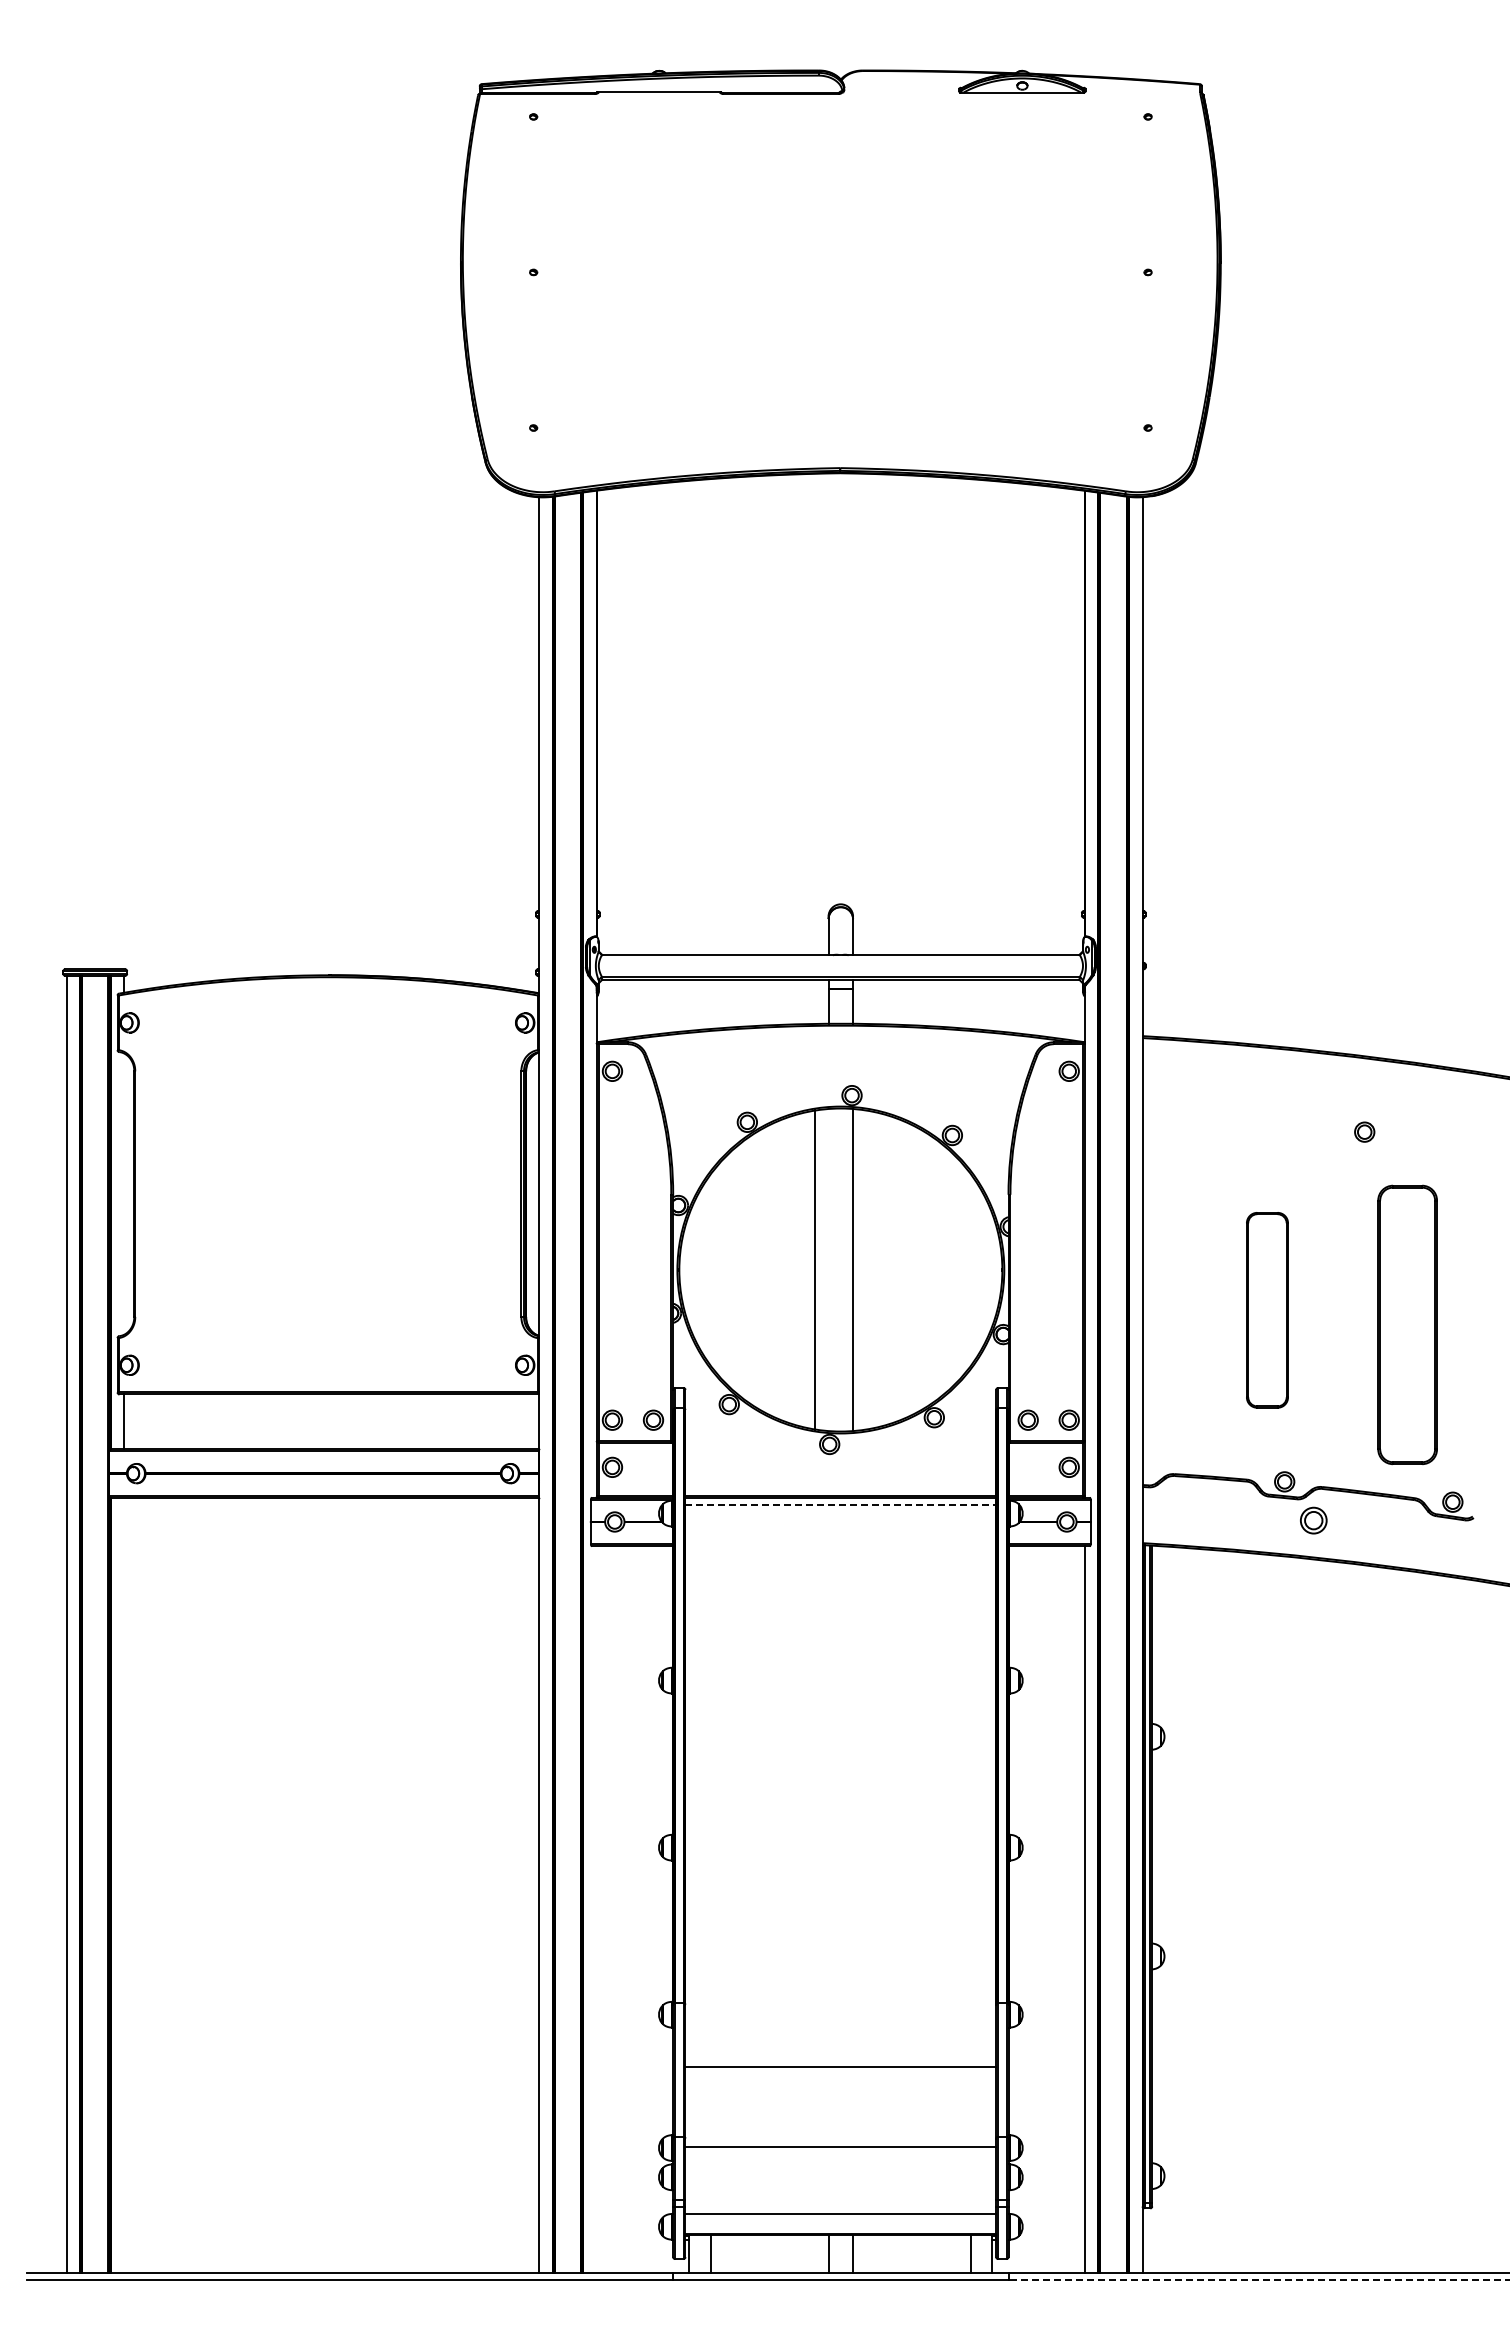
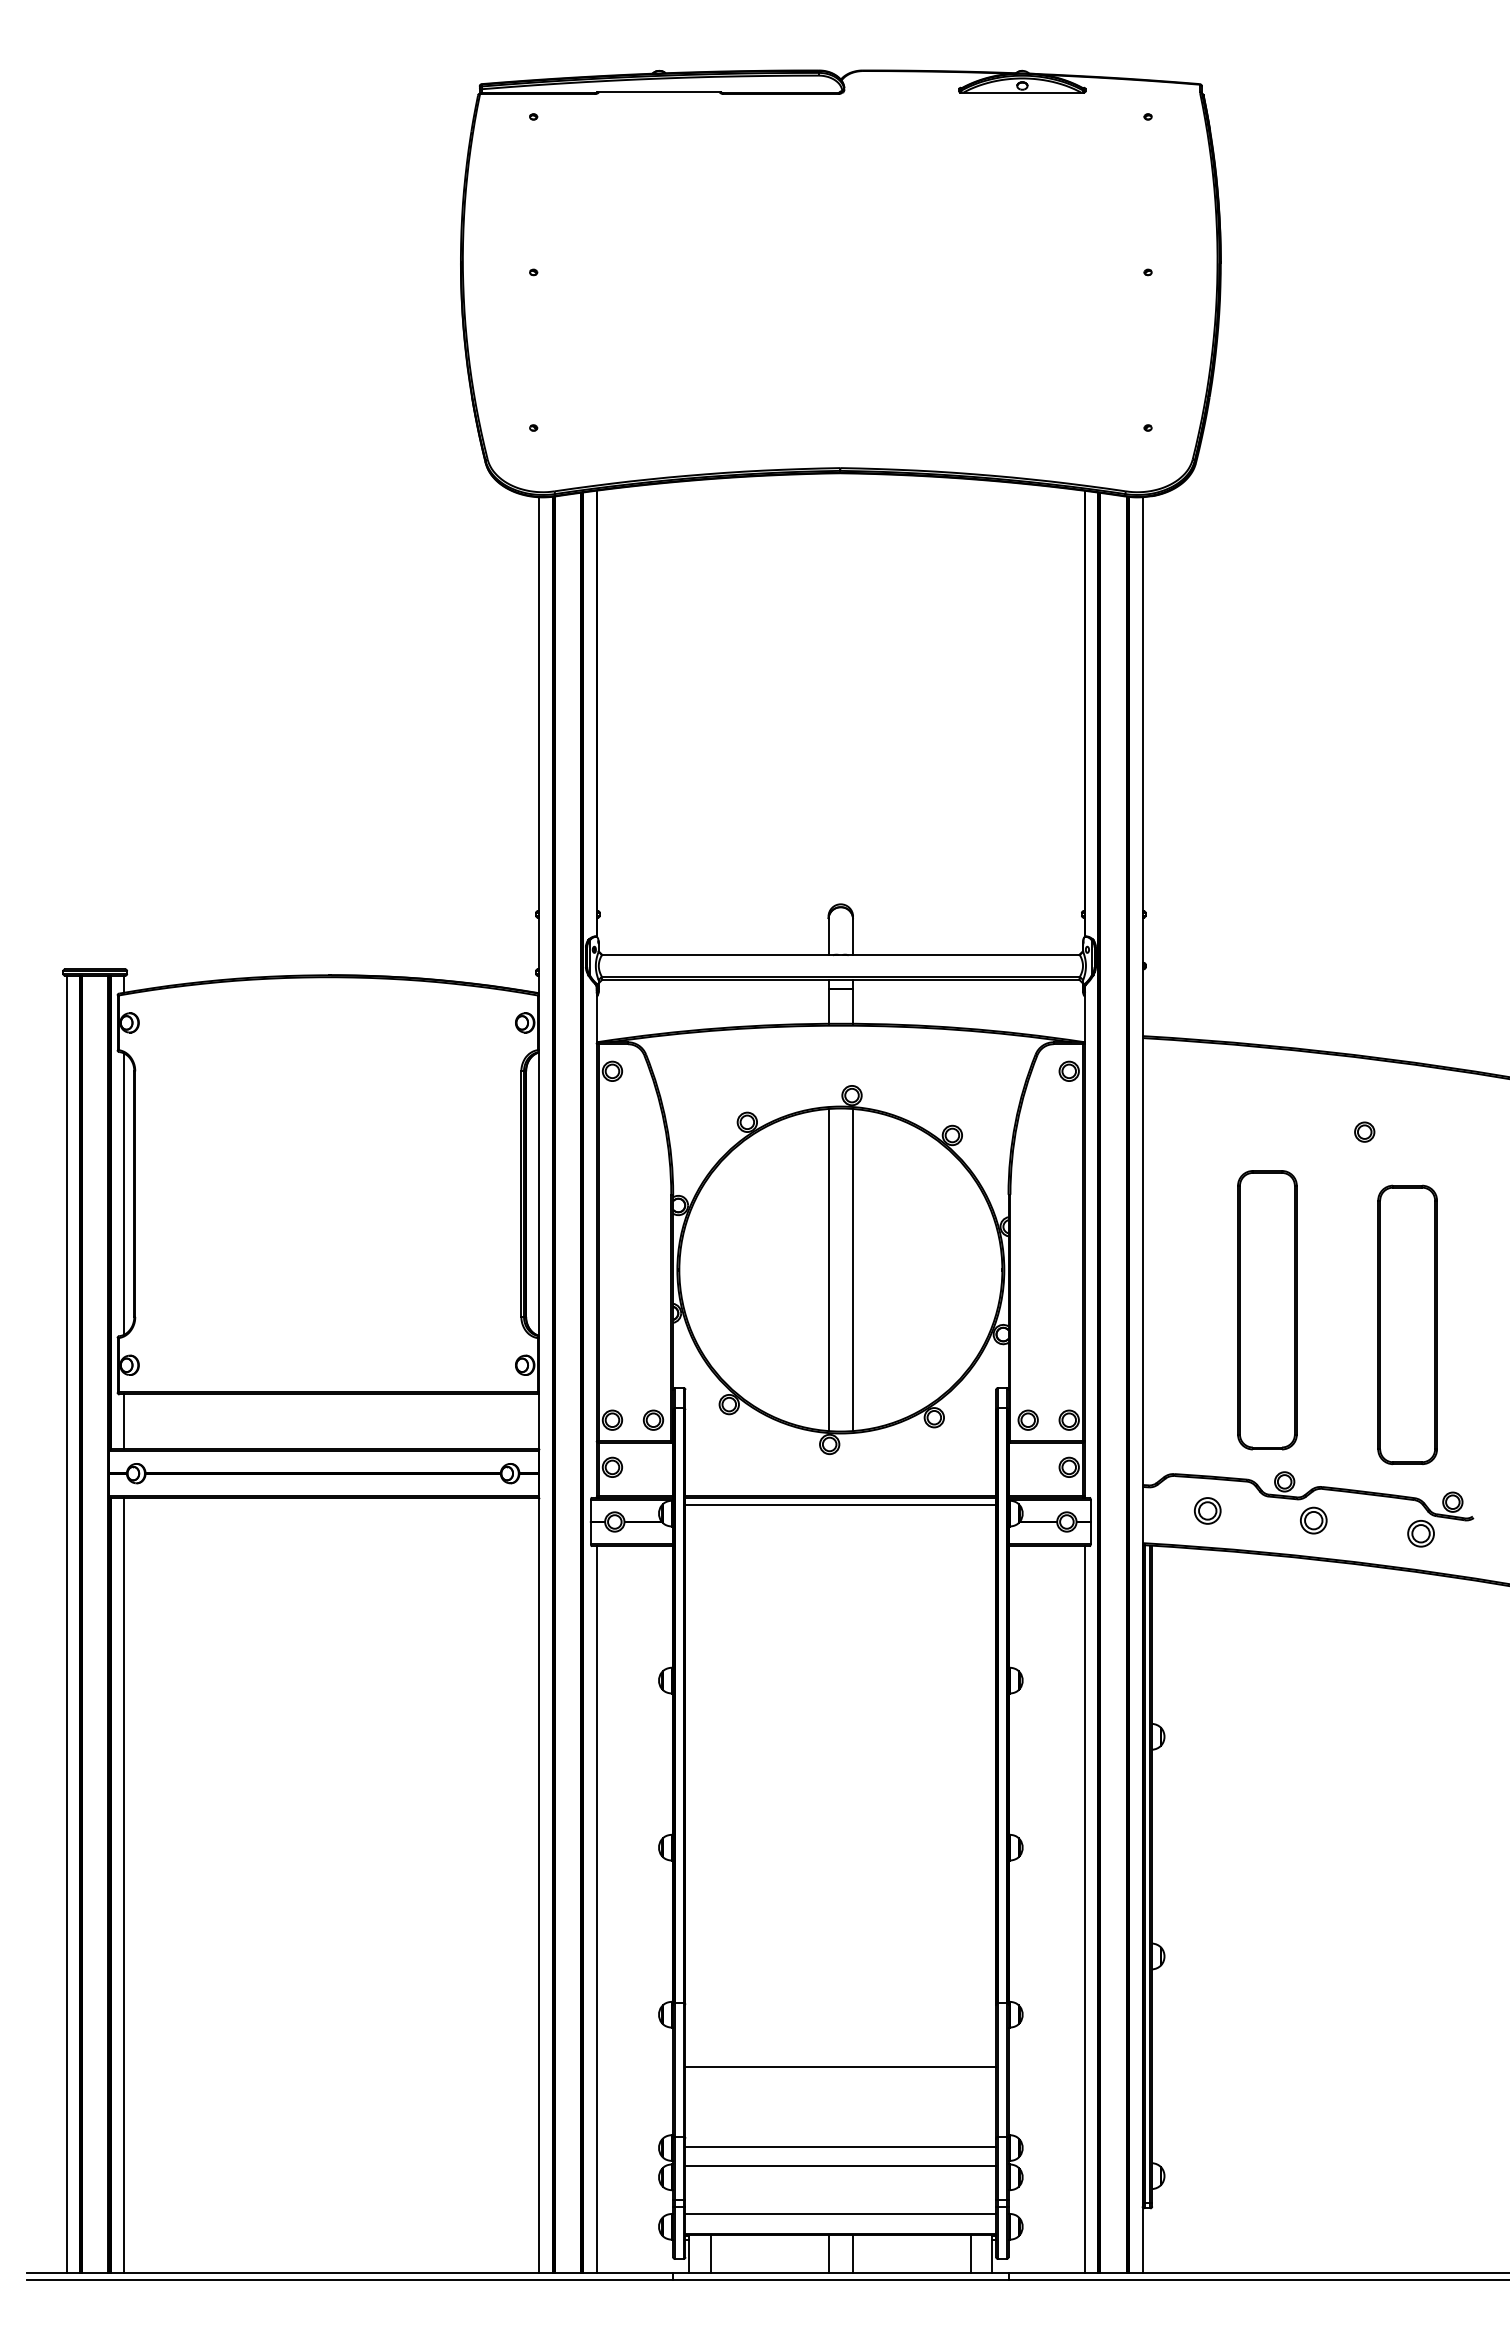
line at (123, 1193): none -> present
line at (814, 1270) position: (814, 1270) -> (828, 1270)
part at (1267, 1310) size: 43x197 px -> 61x281 px
line at (841, 1504): dashed -> solid
part at (1207, 1510): none -> present
part at (1420, 1533): none -> present
line at (123, 1885): none -> present
line at (596, 1909): none -> present
line at (840, 2166): none -> present
line at (1259, 2279): dashed -> solid
